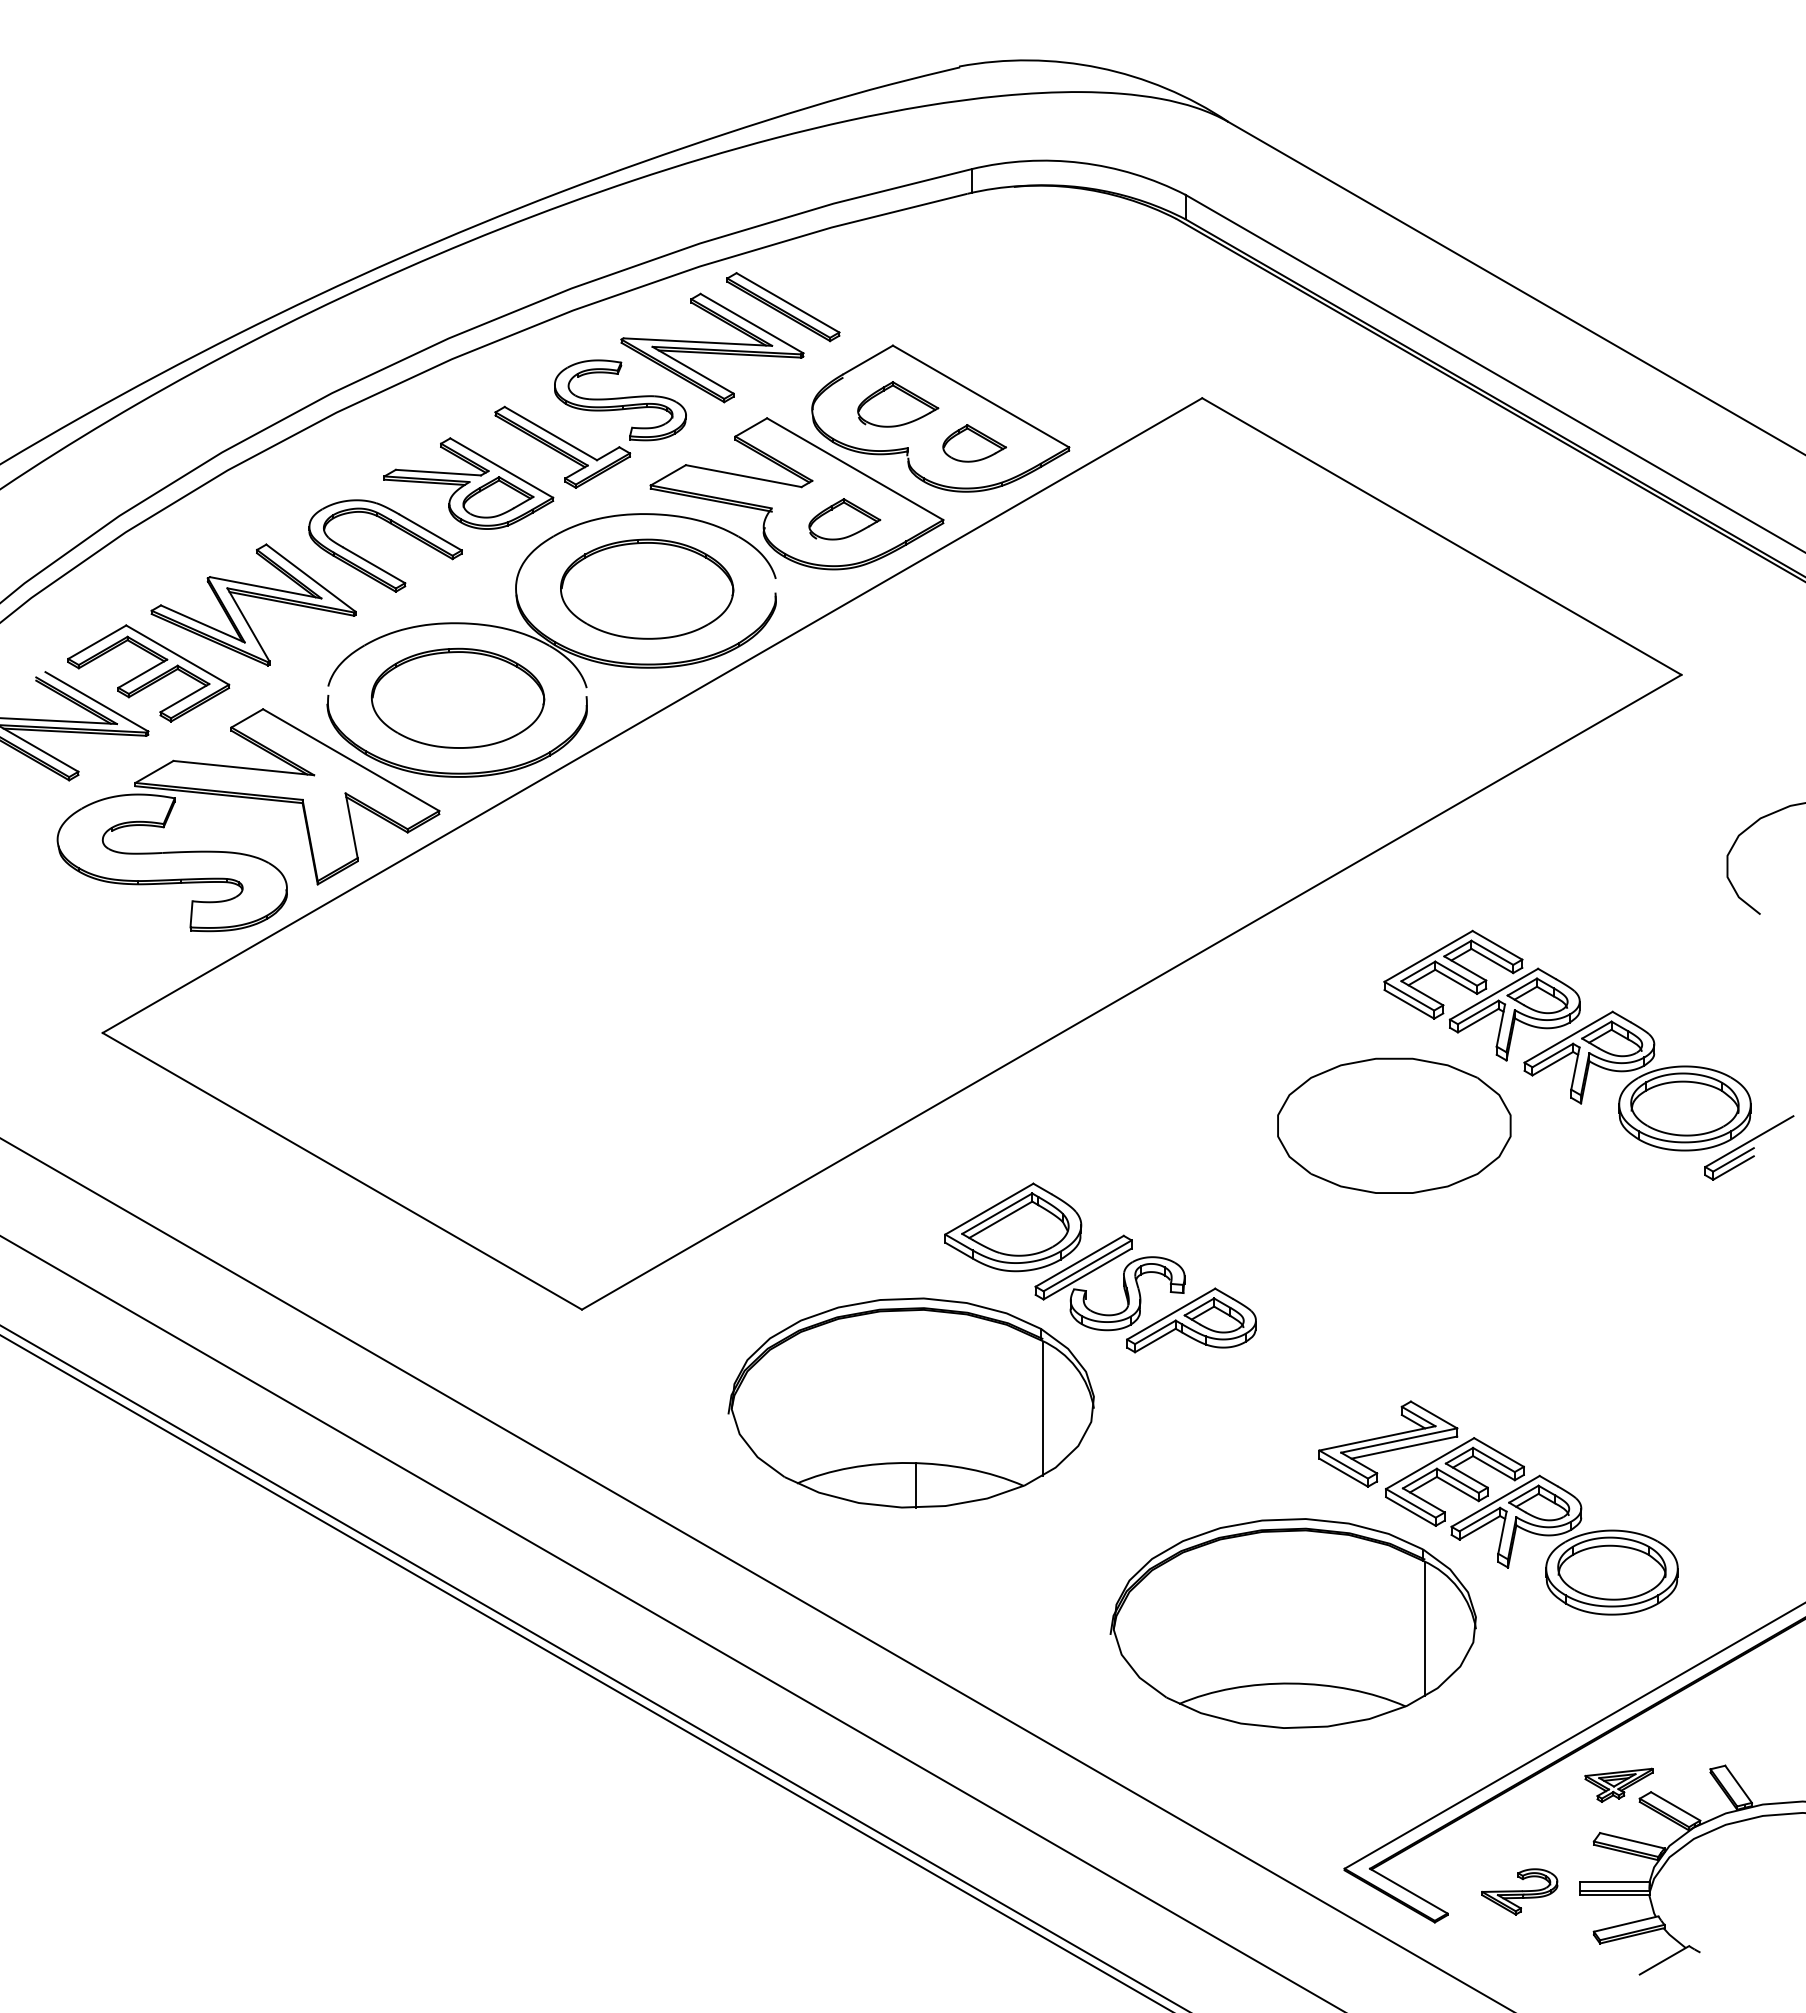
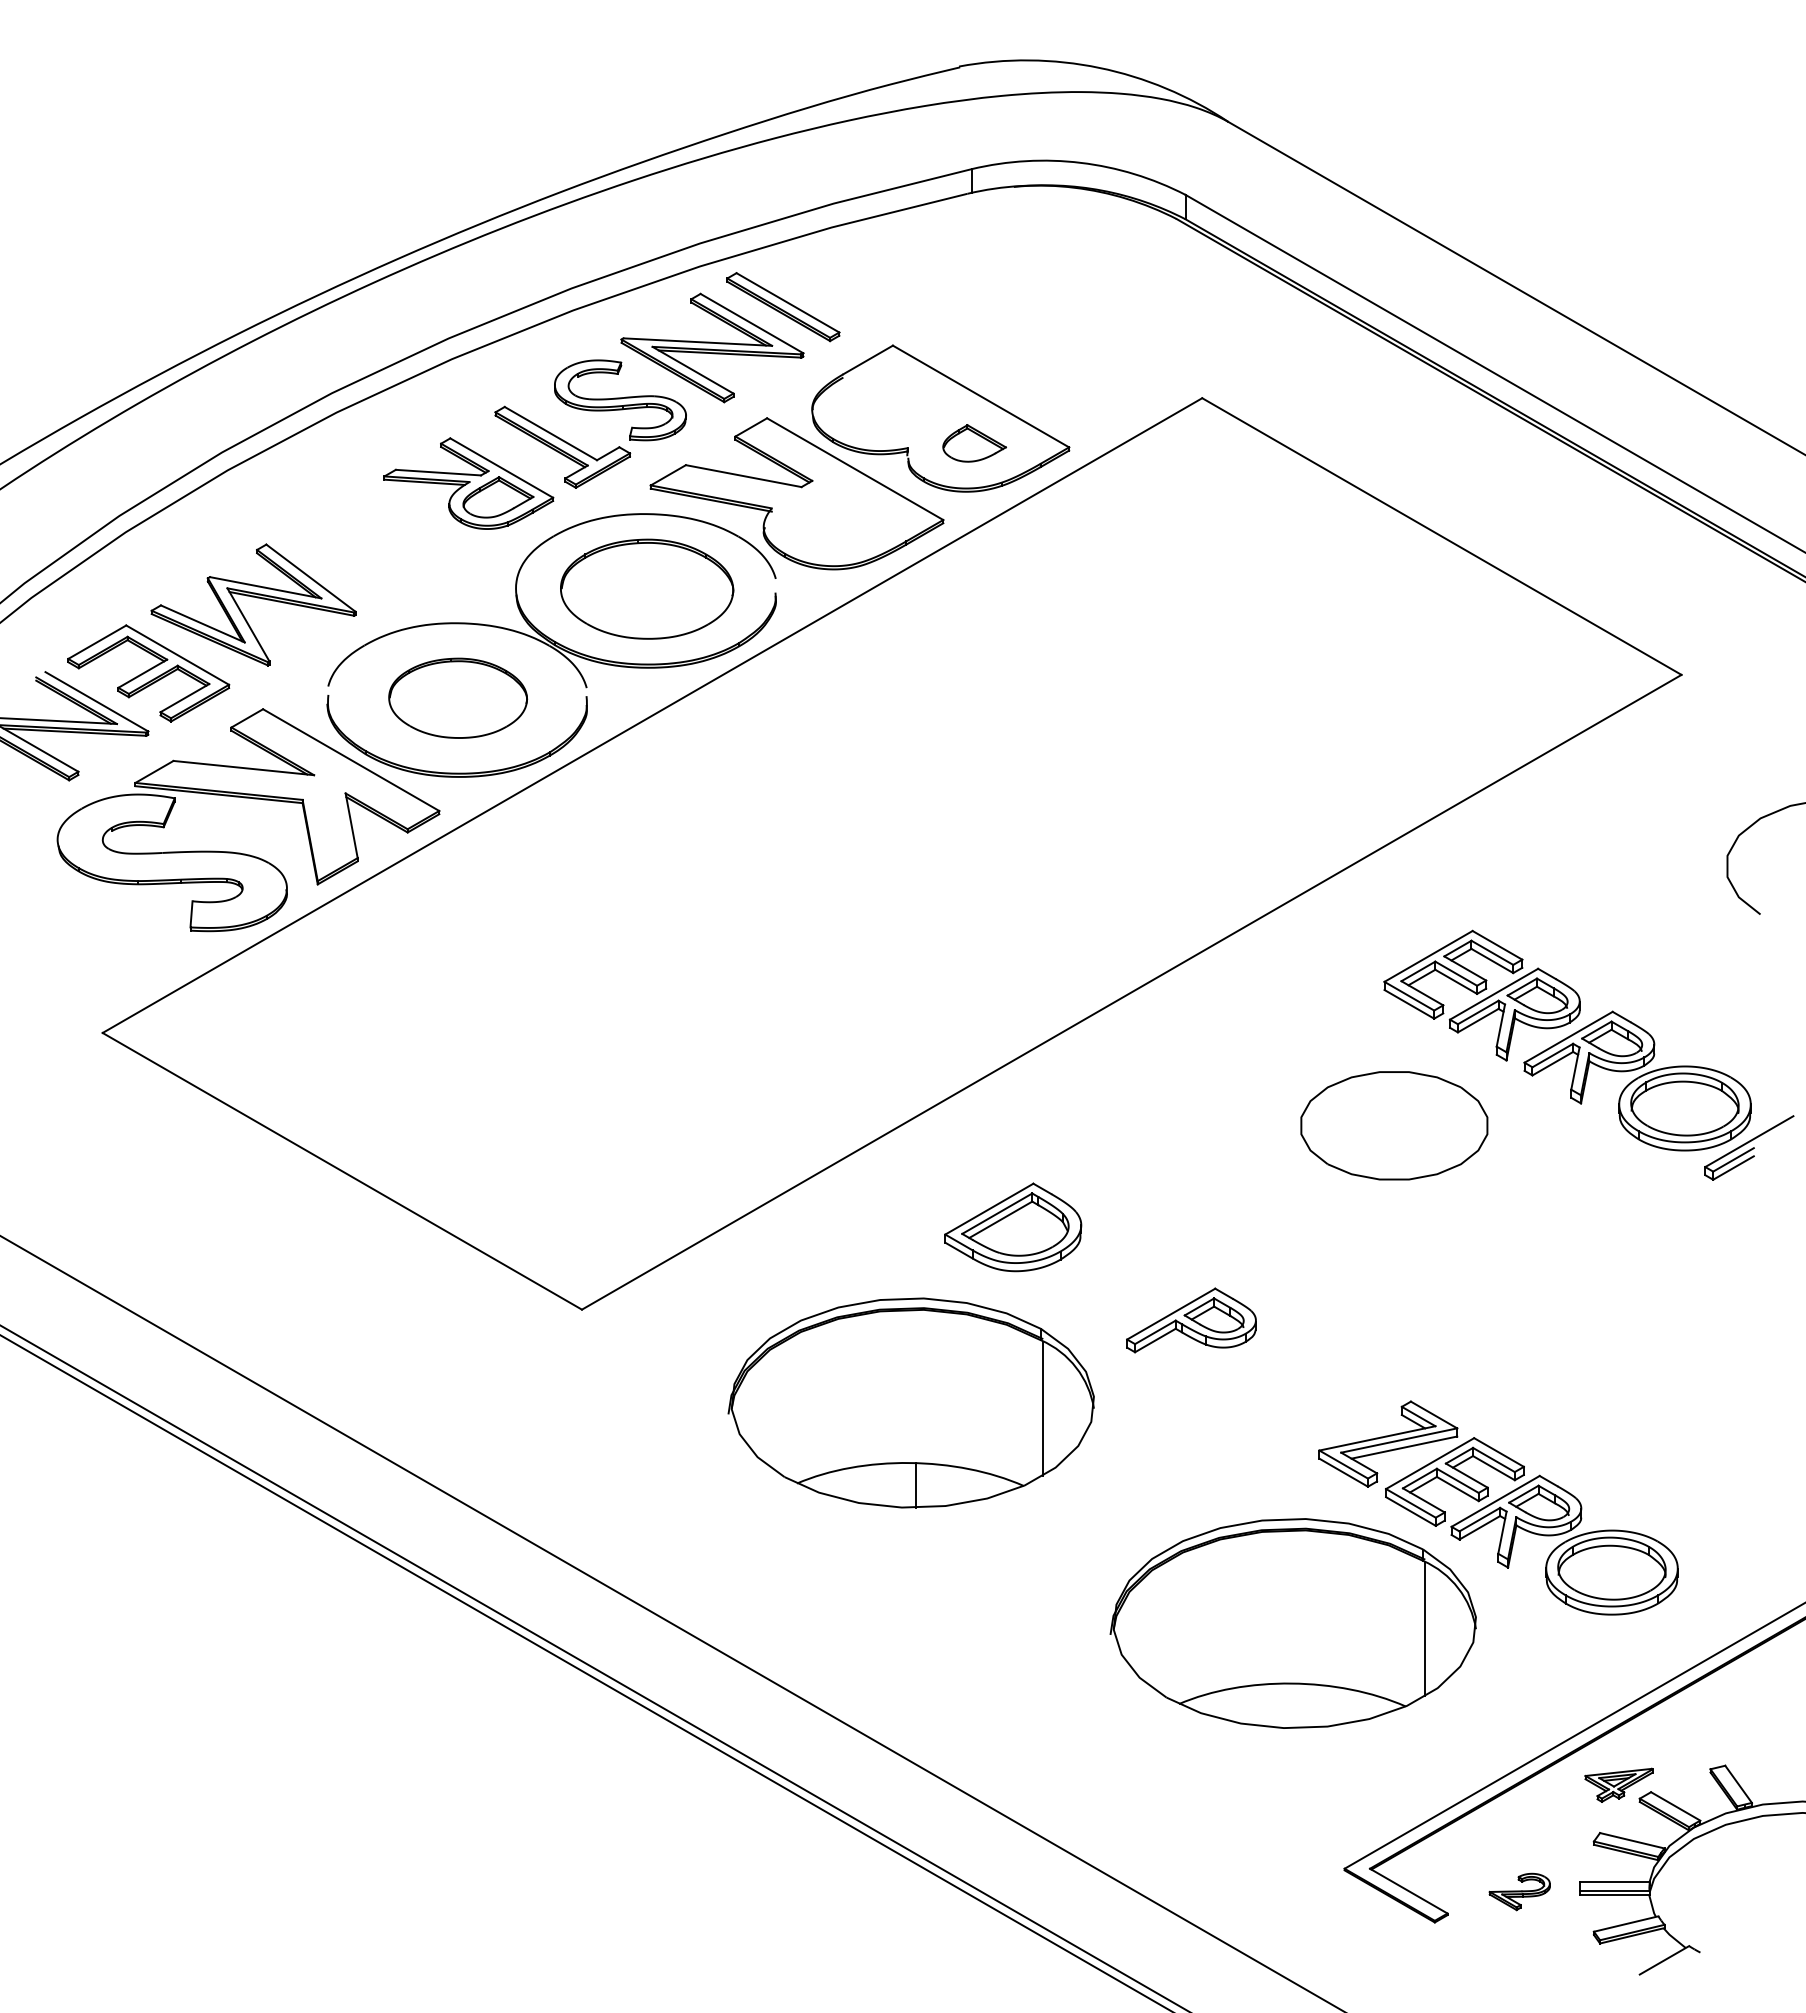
part at (898, 404): present -> none
part at (844, 519): present -> none
part at (395, 527): present -> none
part at (458, 697) size: 175x102 px -> 141x82 px
part at (1394, 1125) size: 235x137 px -> 189x110 px
part at (1123, 1282): present -> none
line at (755, 1574): present -> none
part at (1519, 1891) size: 78x48 px -> 63x40 px
